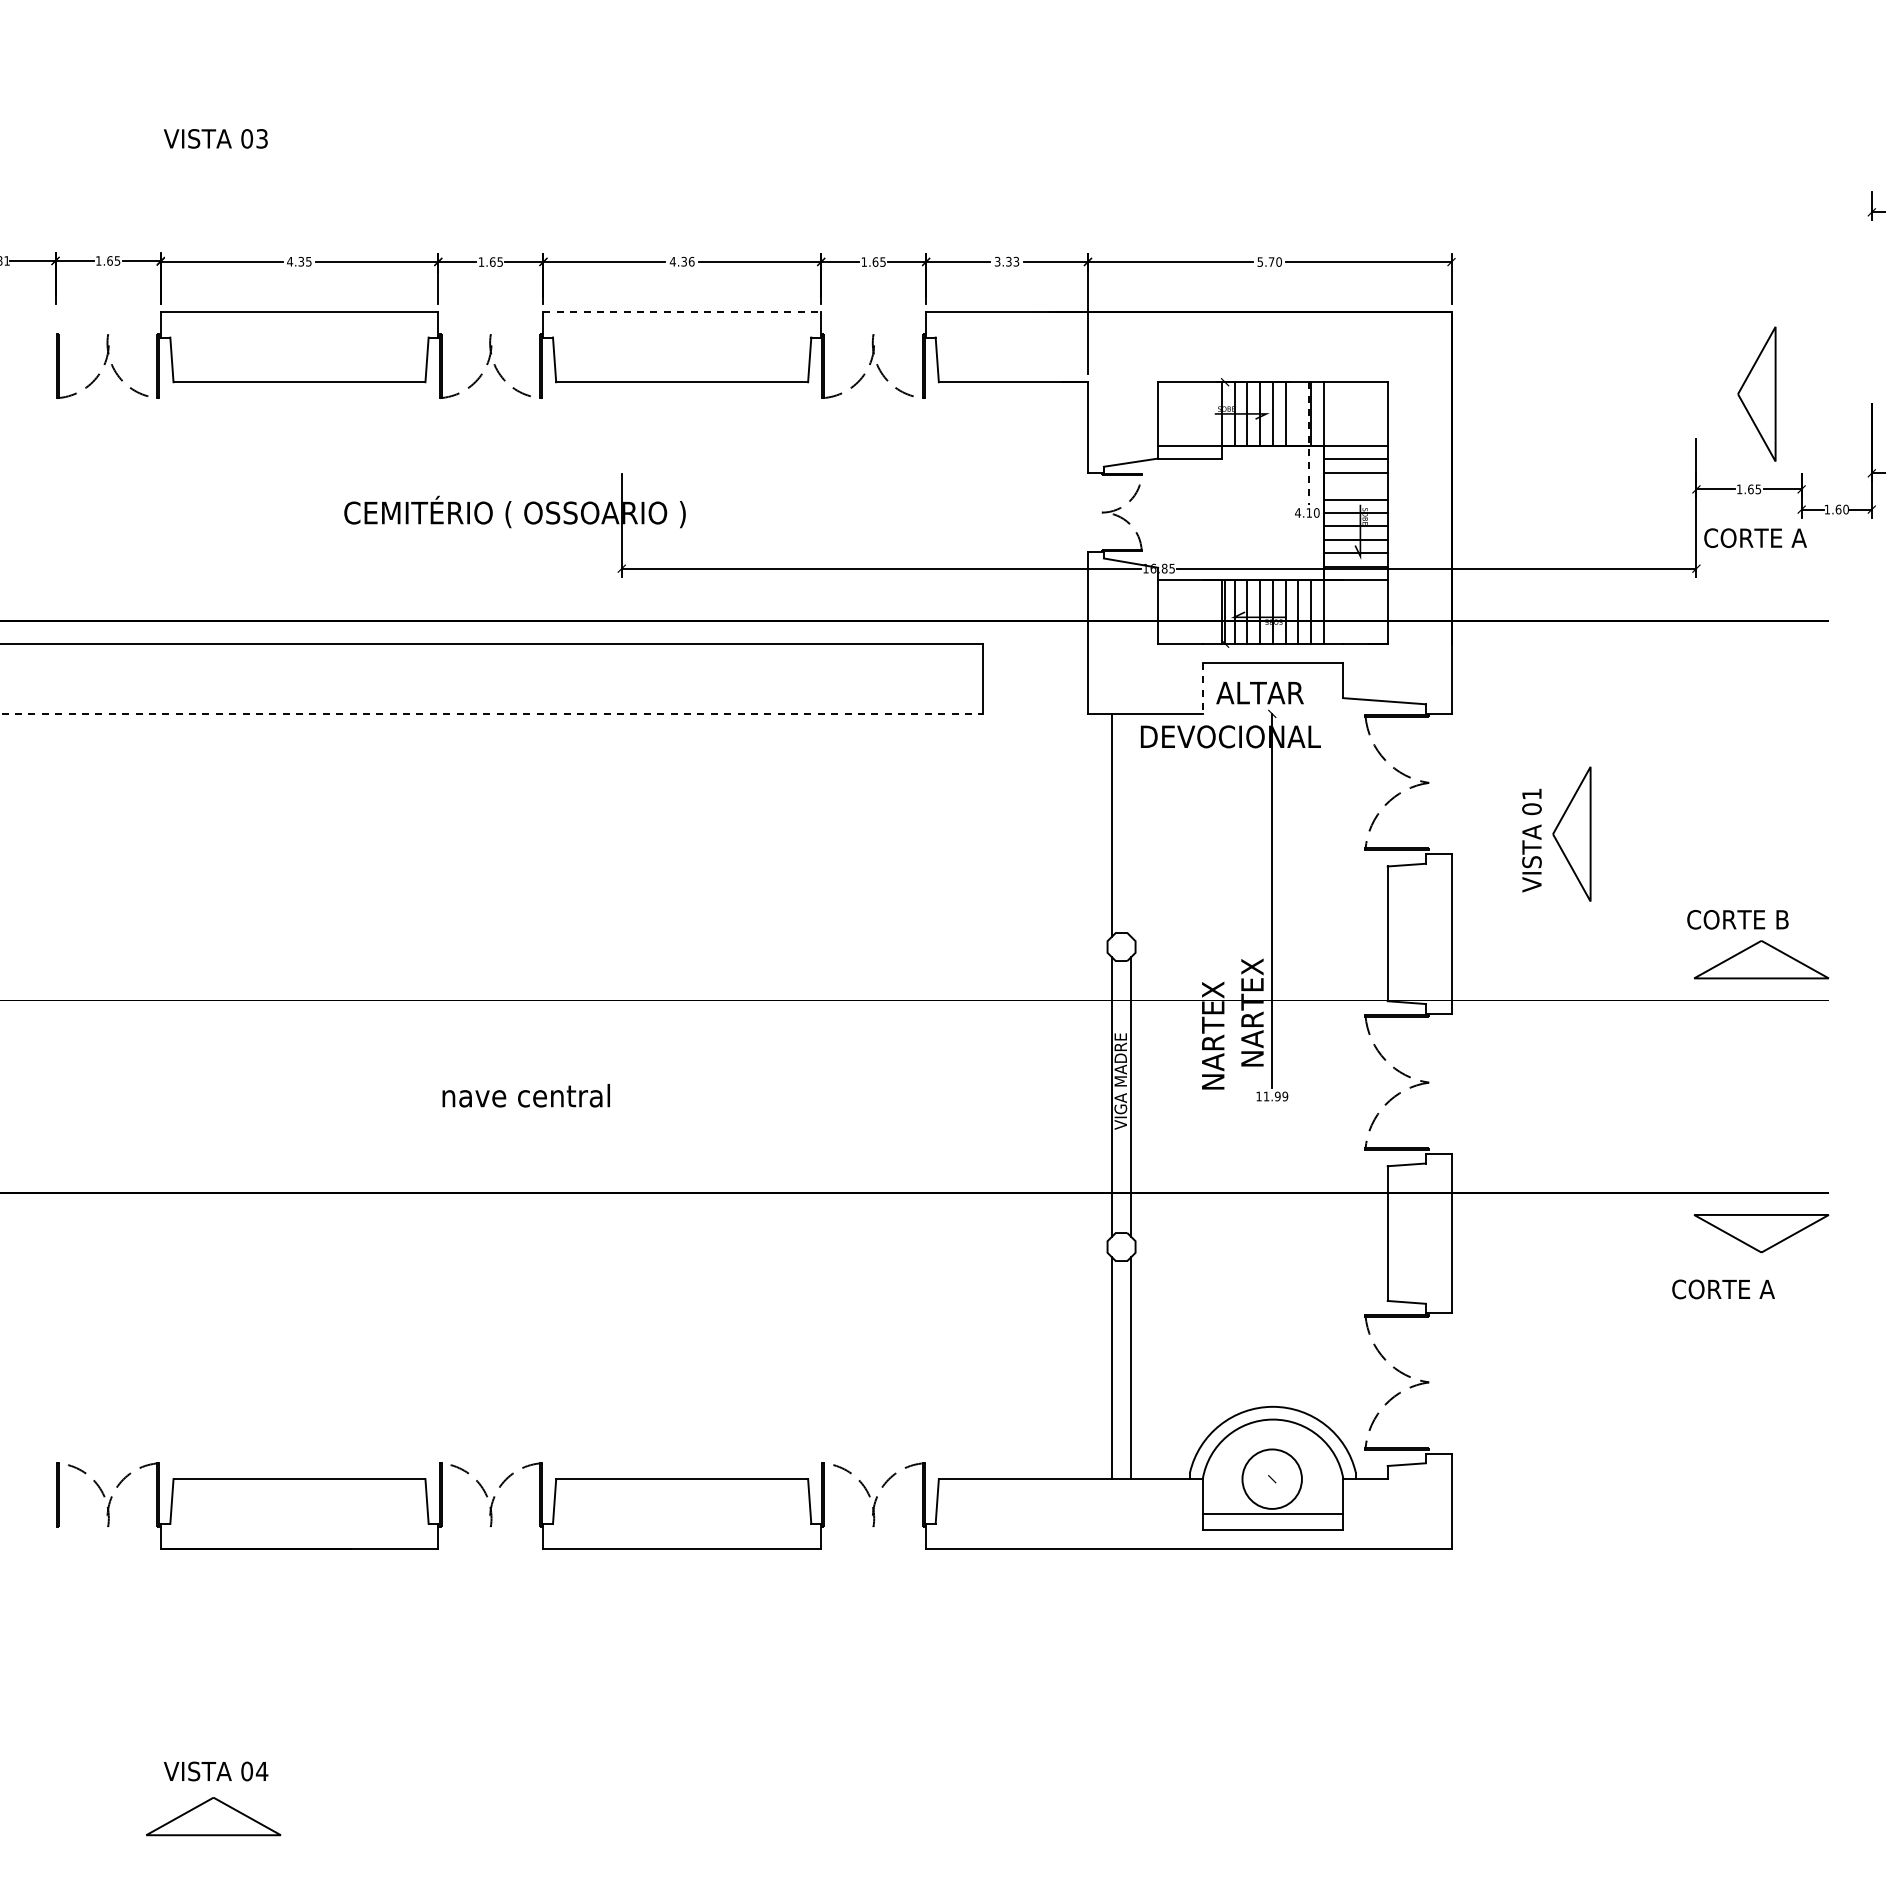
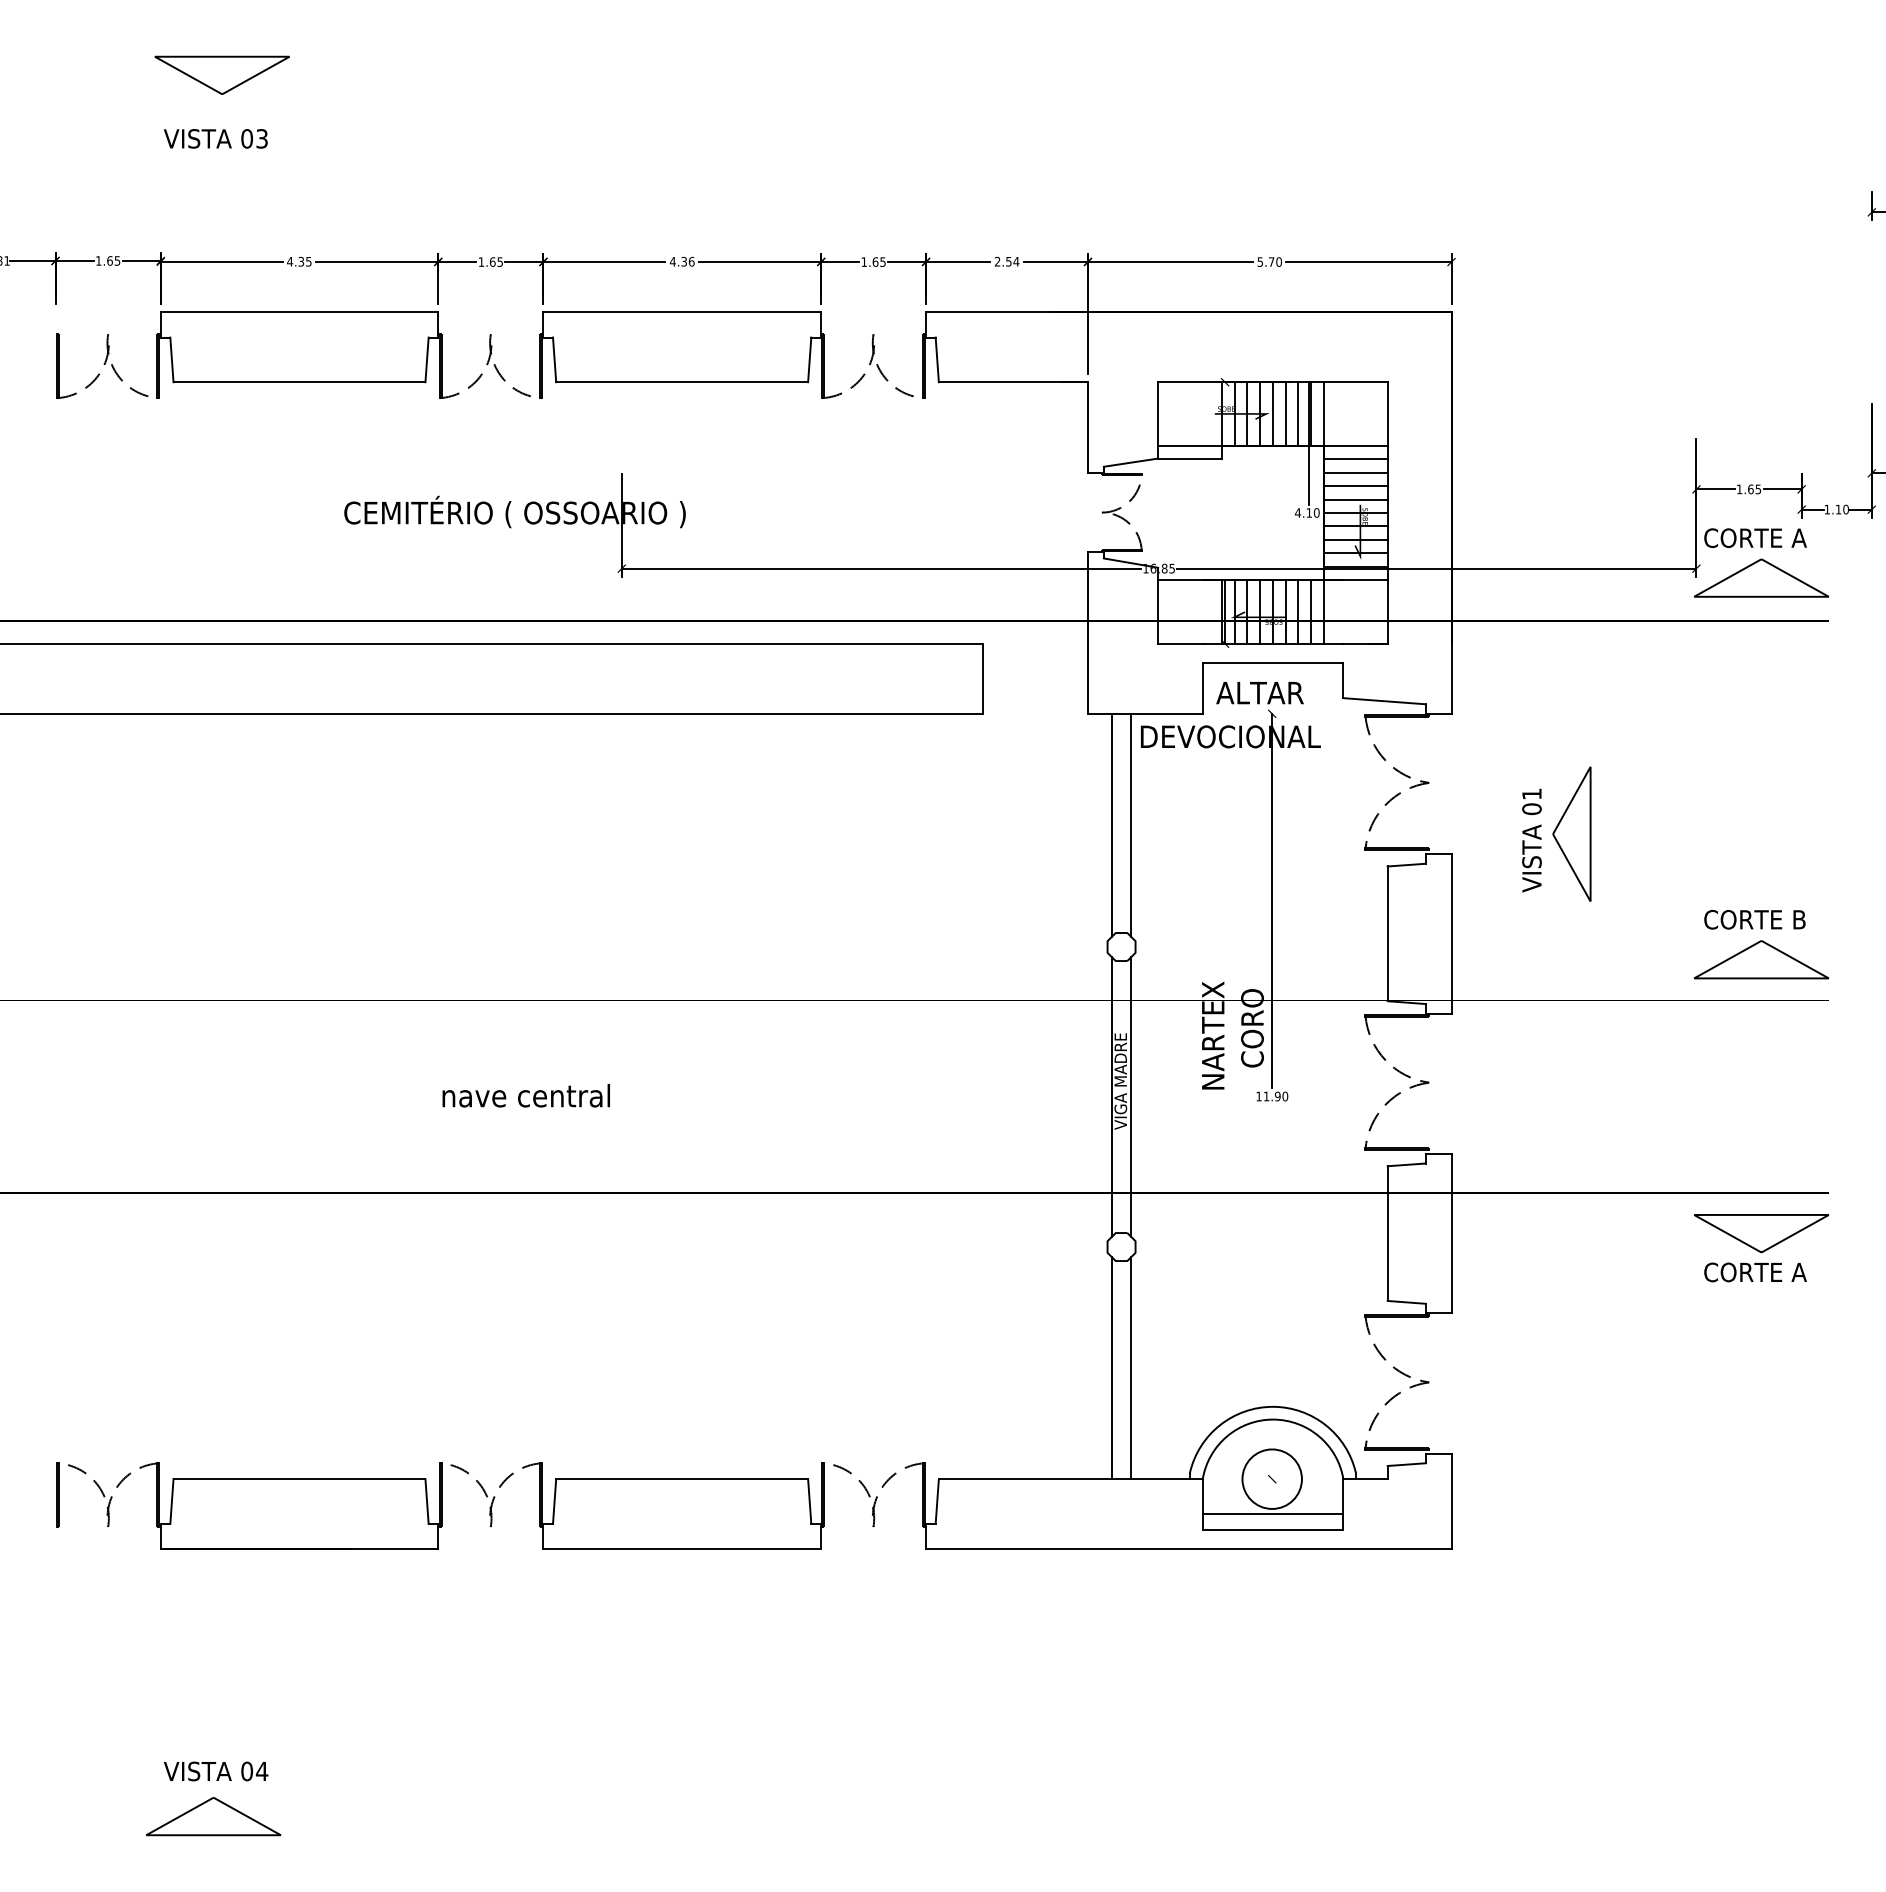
part at (221, 74): none -> present
text at (1006, 261): 3.33 -> 2.54
line at (682, 312): dashed -> solid
part at (1756, 393): present -> none
line at (1298, 414): none -> present
line at (1309, 444): dashed -> solid
line at (1355, 486): none -> present
text at (1838, 509): 1.60 -> 1.10
part at (1761, 577): none -> present
line at (1202, 688): dashed -> solid
line at (491, 713): dashed -> solid
line at (1131, 824): none -> present
text at (1737, 919) position: (1737, 919) -> (1754, 919)
text at (1252, 1012): NARTEX -> CORO
text at (1285, 1096): 11.99 -> 11.90
text at (1723, 1289) position: (1723, 1289) -> (1755, 1272)
